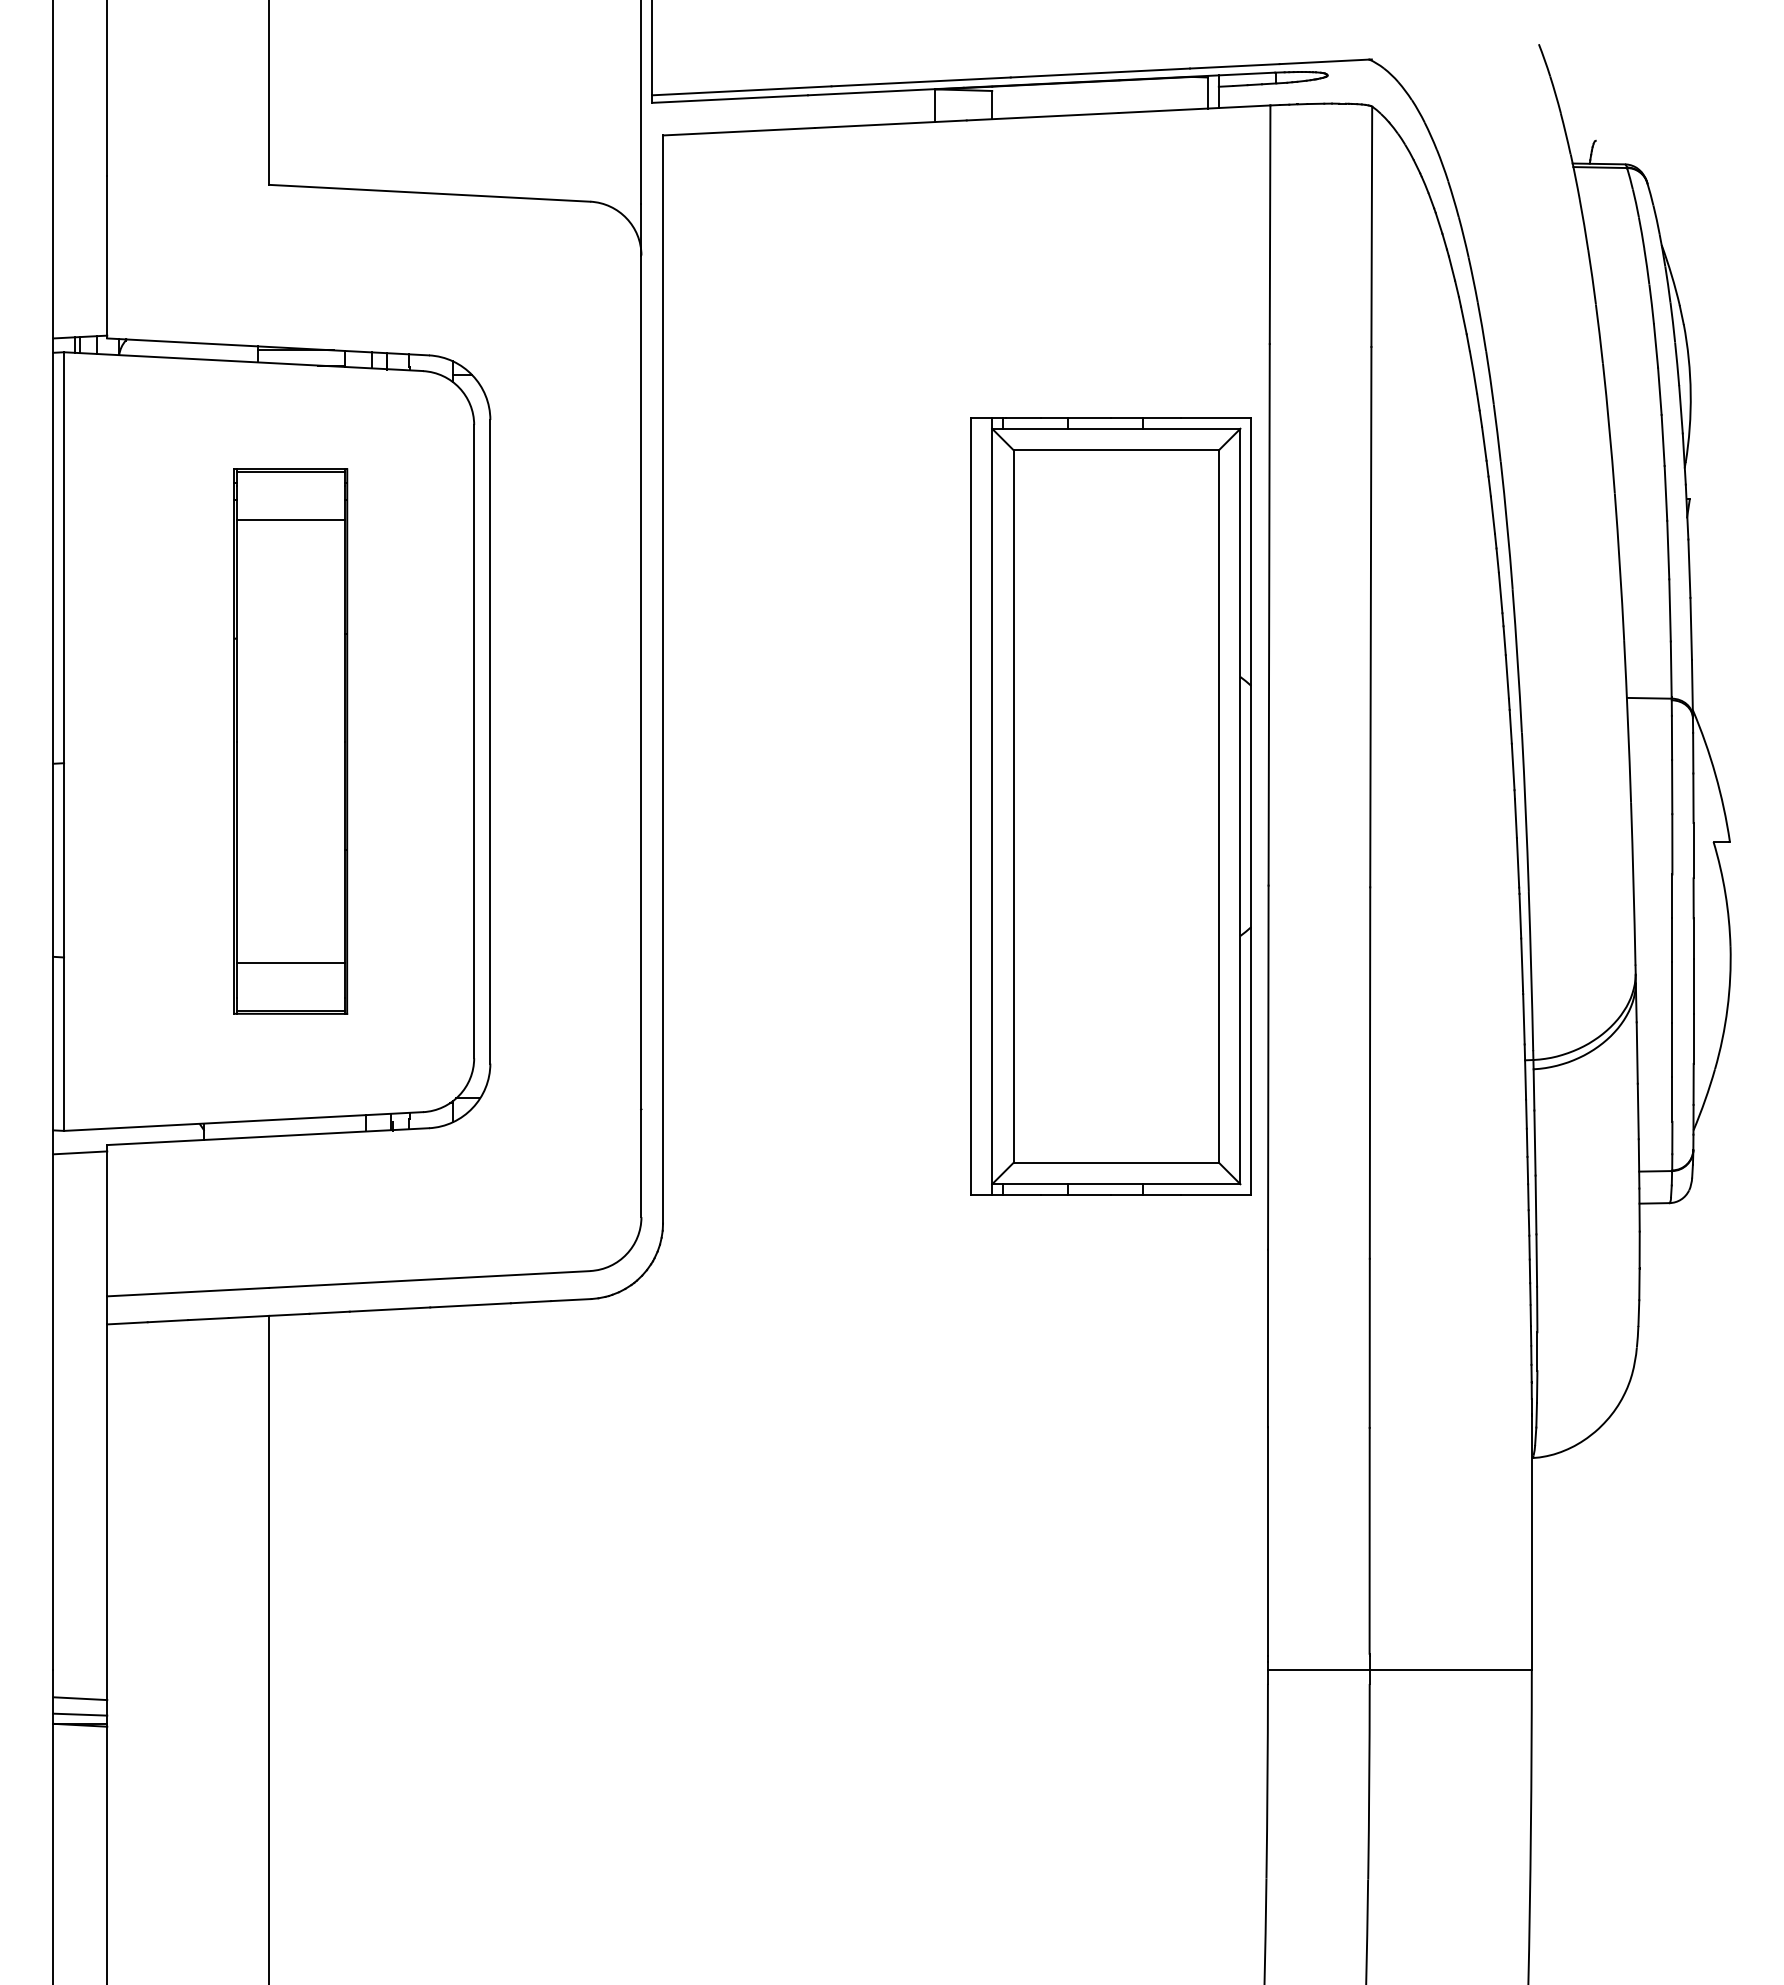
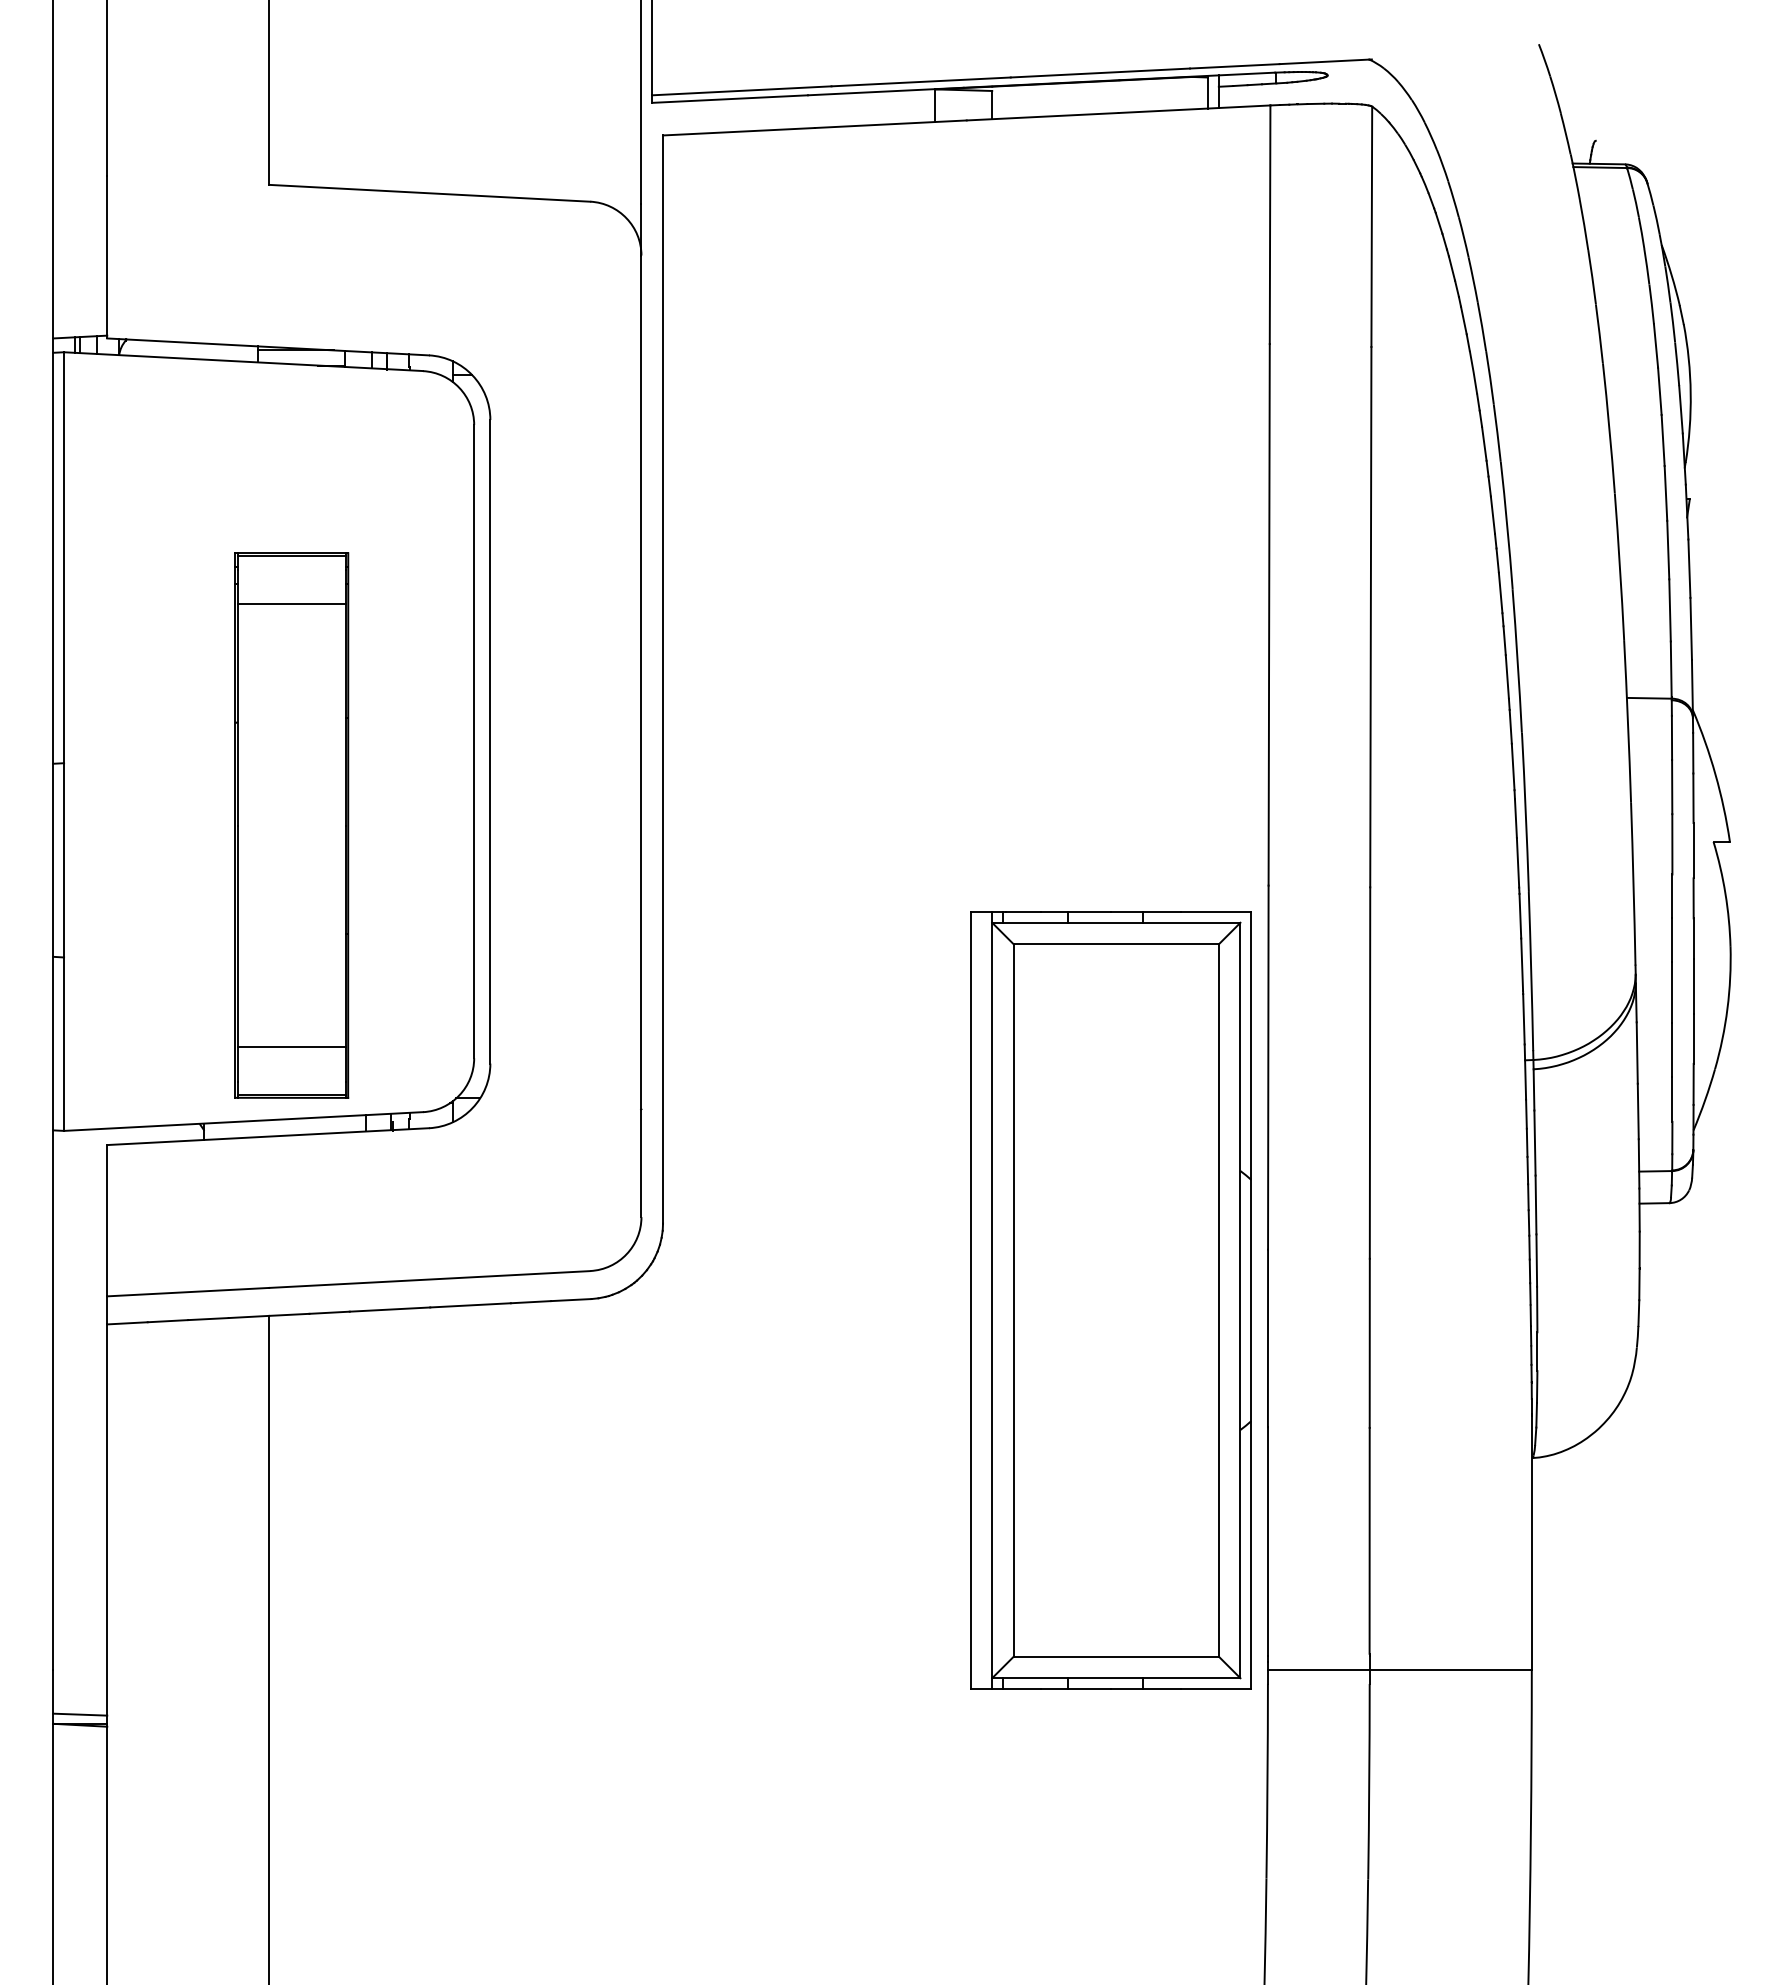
part at (290, 741) position: (290, 741) -> (291, 825)
part at (1110, 806) position: (1110, 806) -> (1110, 1300)
line at (80, 1152): present -> none
line at (80, 1698): present -> none
